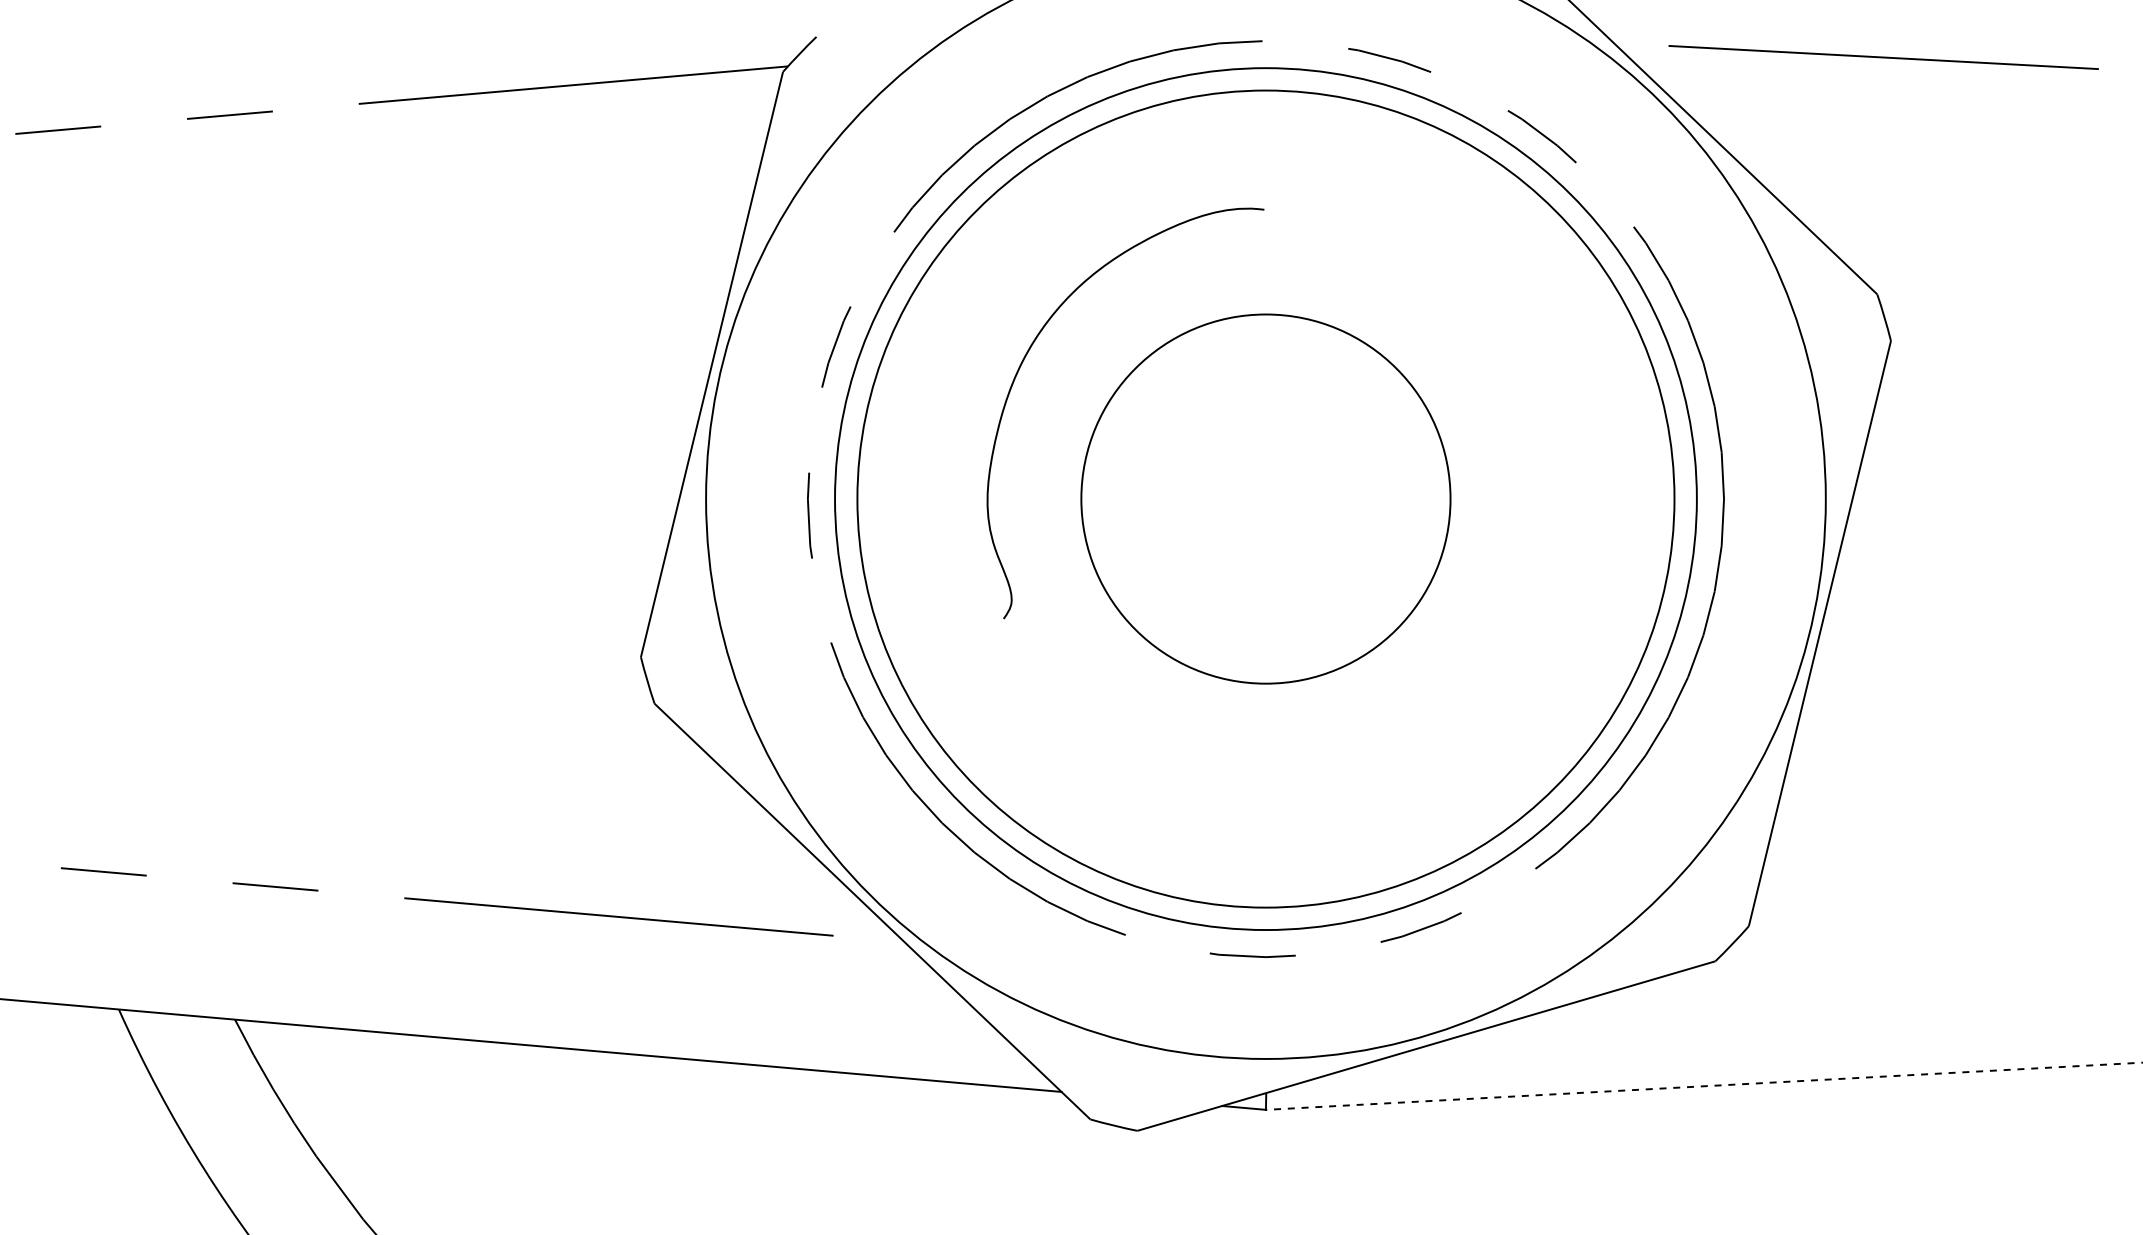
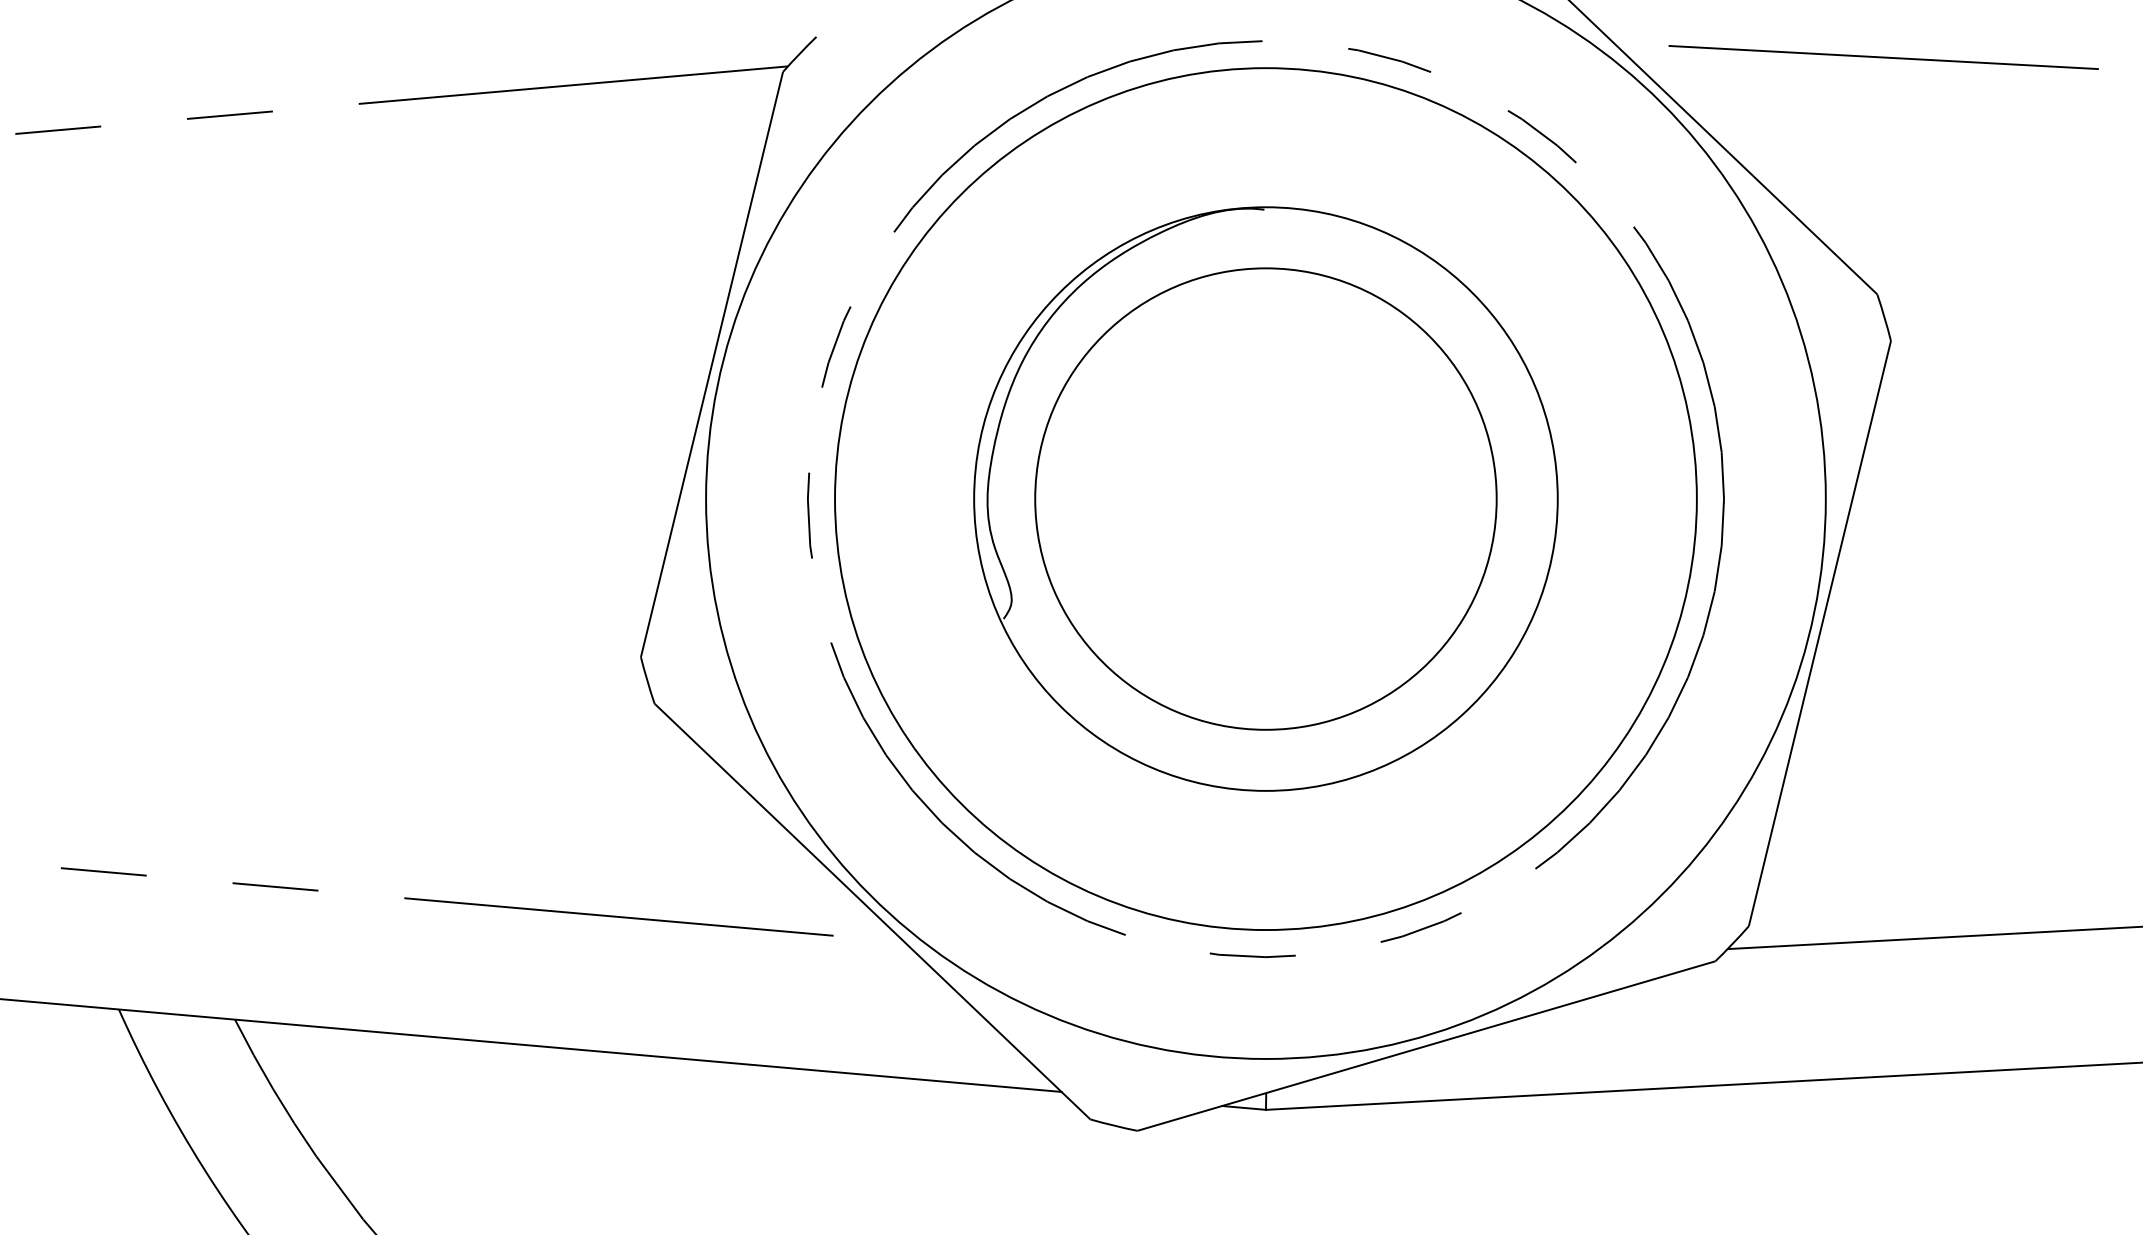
circle at (1265, 498) diameter: 369 px -> 461 px
circle at (1265, 498) diameter: 817 px -> 584 px
line at (1933, 937): none -> present
line at (1704, 1086): dashed -> solid
